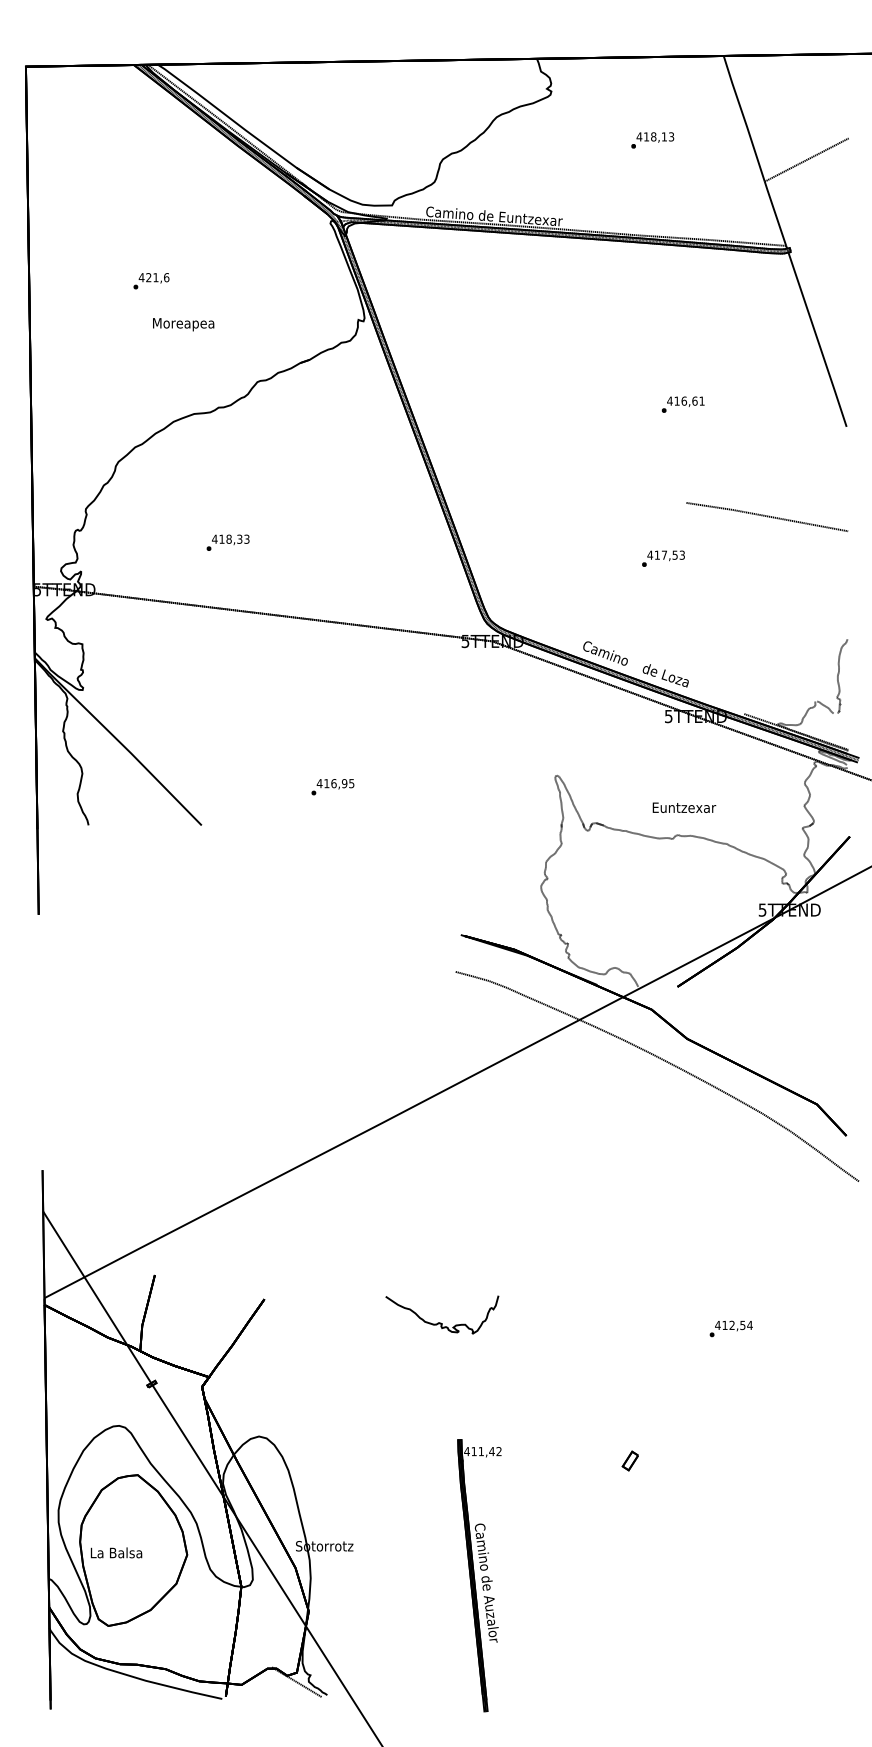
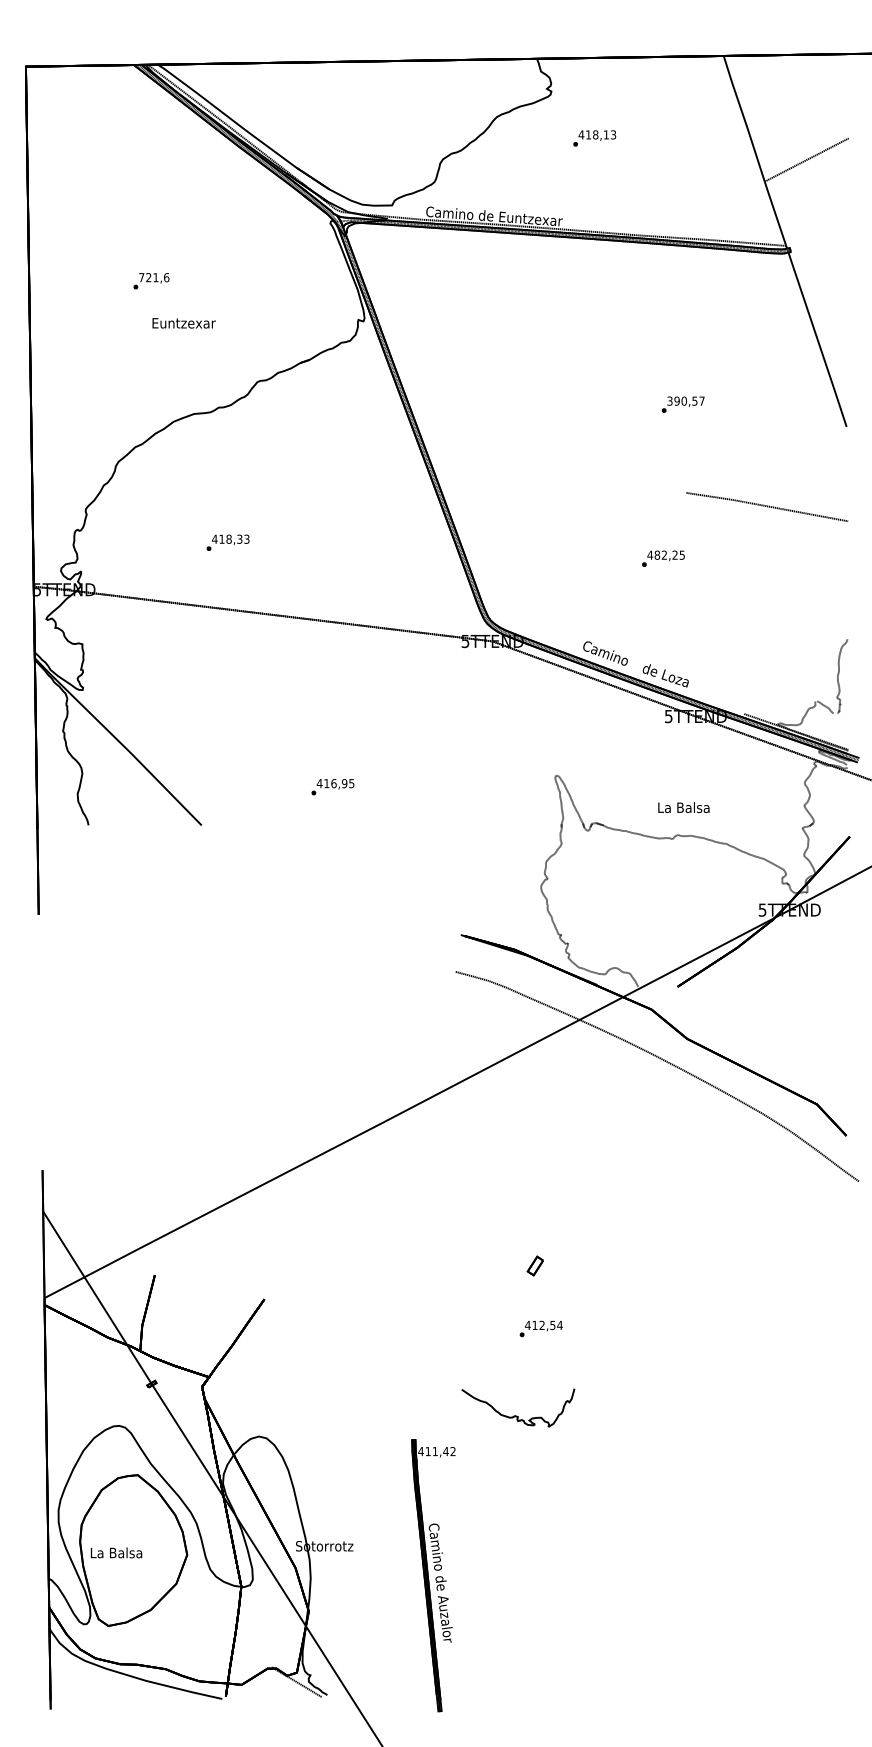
text at (652, 140) position: (652, 140) -> (594, 138)
text at (141, 277): 421,6 -> 721,6
text at (183, 324): Moreapea -> Euntzexar
text at (685, 400): 416,61 -> 390,57
curve at (767, 516) position: (767, 516) -> (767, 506)
text at (669, 554): 417,53 -> 482,25
text at (684, 807): Euntzexar -> La Balsa
part at (441, 1322) position: (441, 1322) -> (517, 1415)
text at (730, 1328) position: (730, 1328) -> (540, 1328)
part at (629, 1460) position: (629, 1460) -> (534, 1265)
part at (479, 1575) position: (479, 1575) -> (433, 1575)
